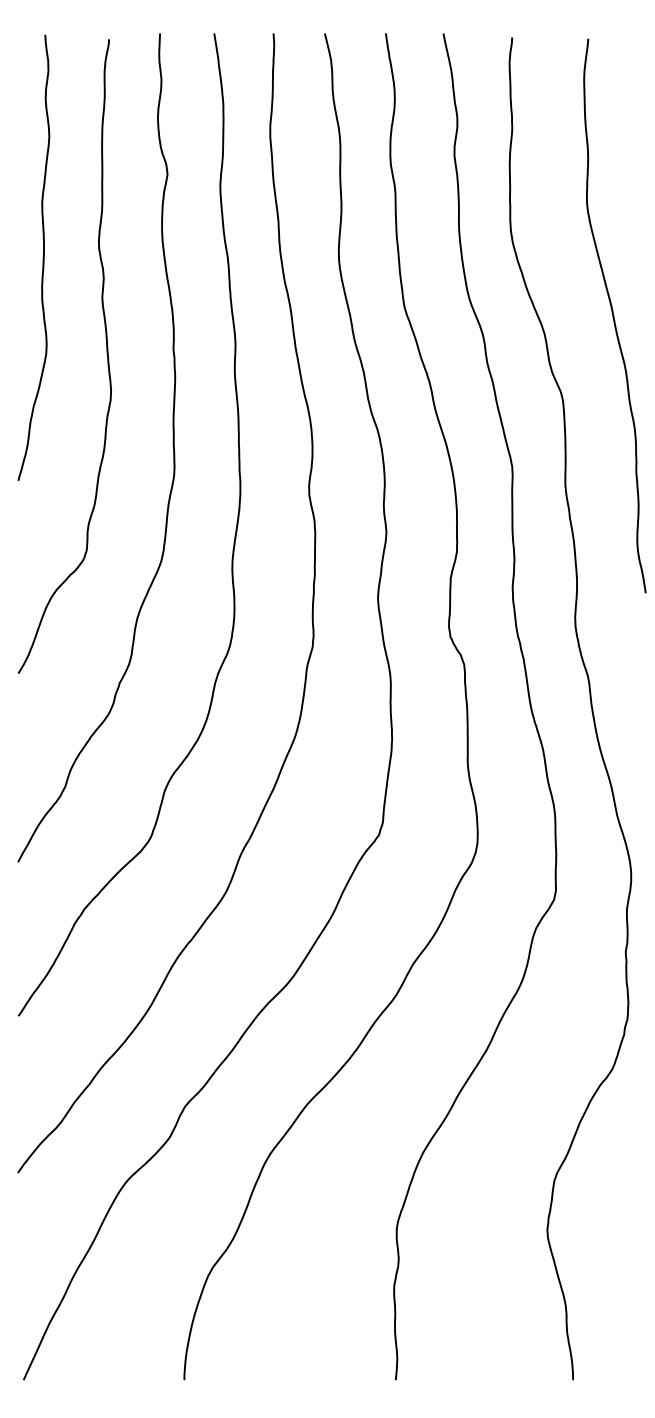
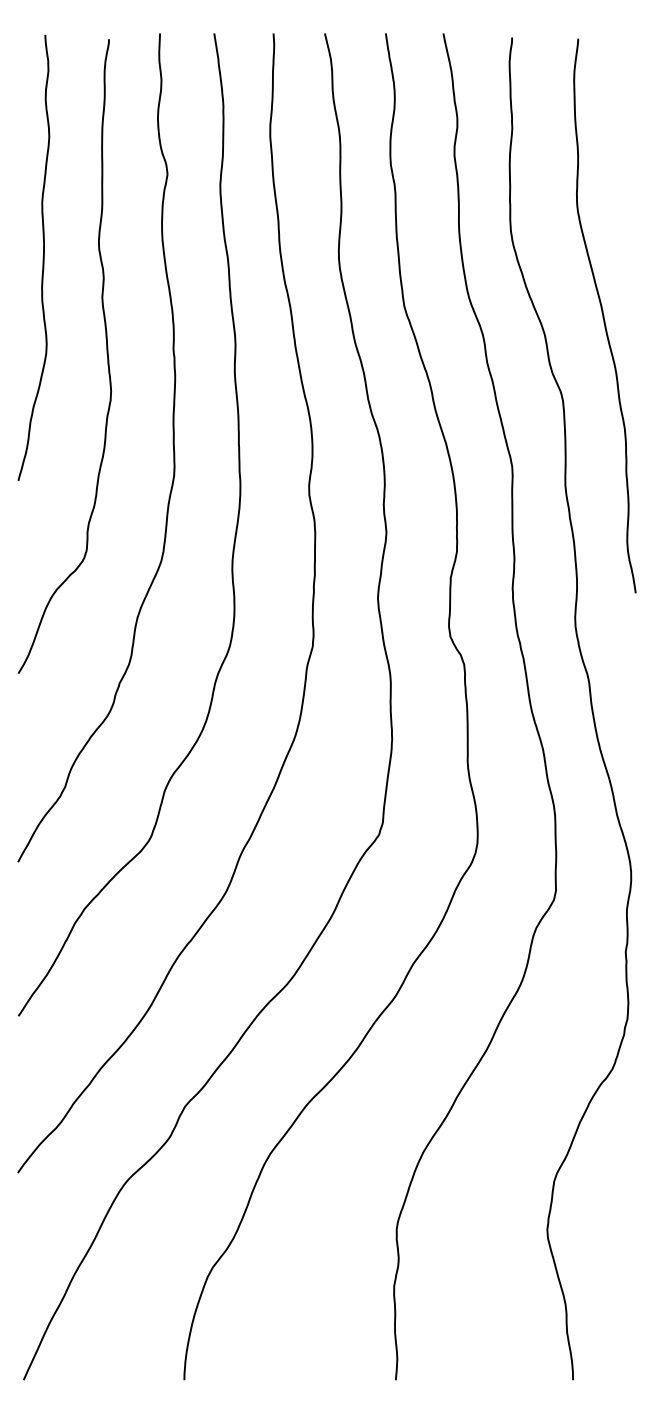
curve at (614, 315) position: (614, 315) -> (604, 315)
